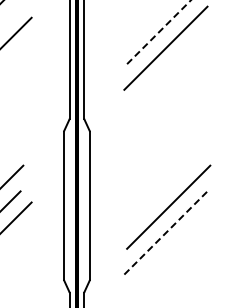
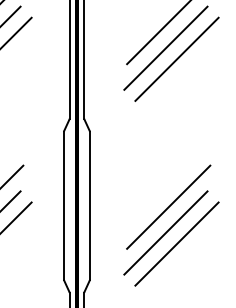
line at (11, 15): none -> present
line at (159, 31): dashed -> solid
line at (176, 58): none -> present
line at (165, 232): dashed -> solid
line at (176, 243): none -> present
